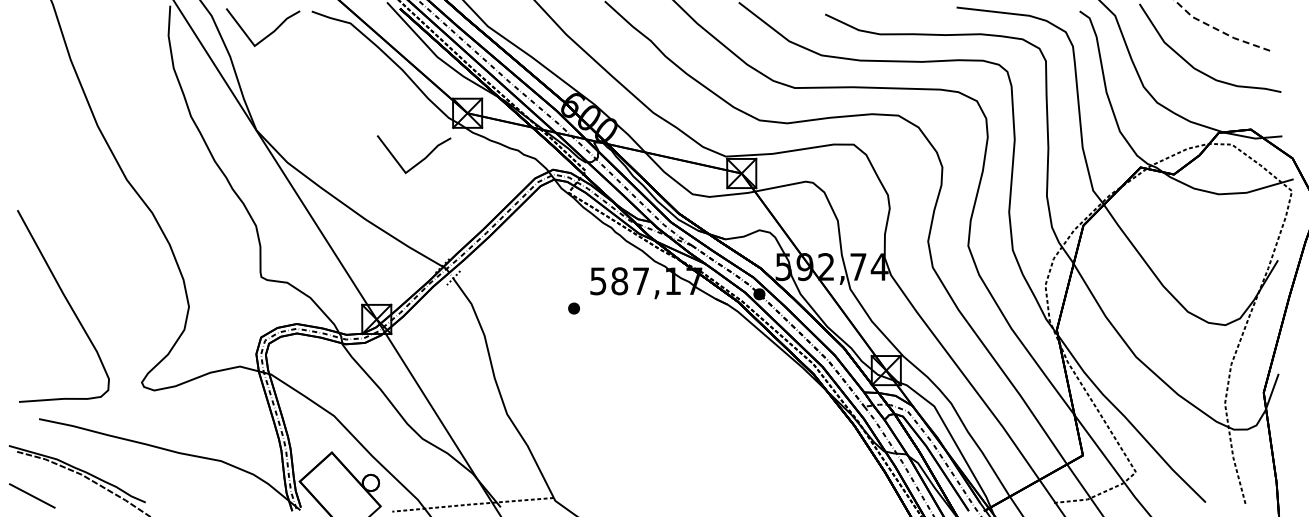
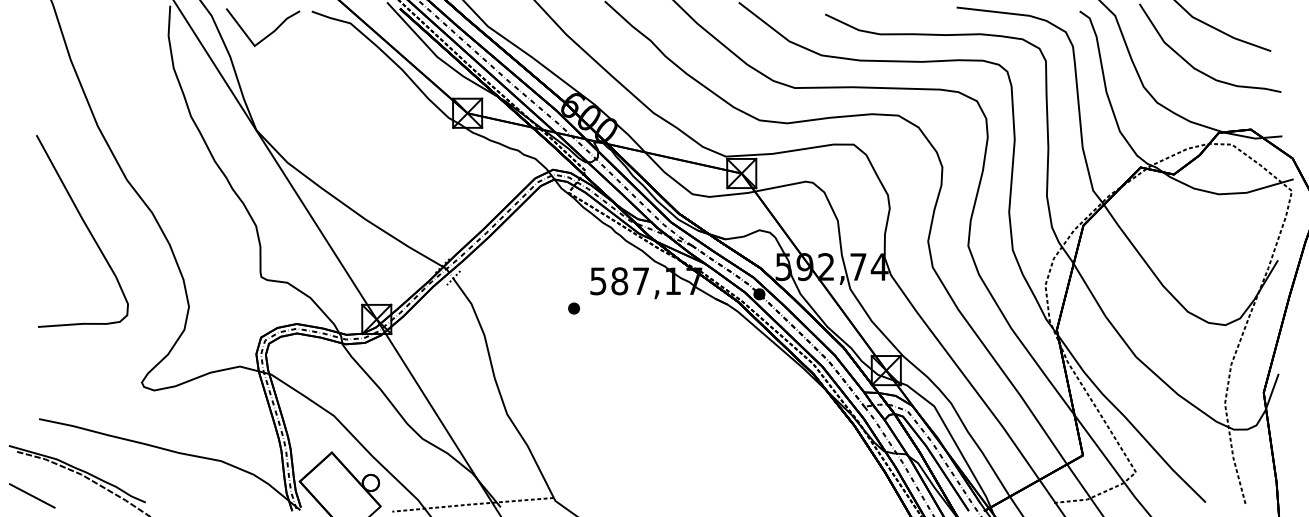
line at (1219, 30): dashed -> solid
line at (420, 160): present -> none
curve at (67, 303) position: (67, 303) -> (86, 228)
